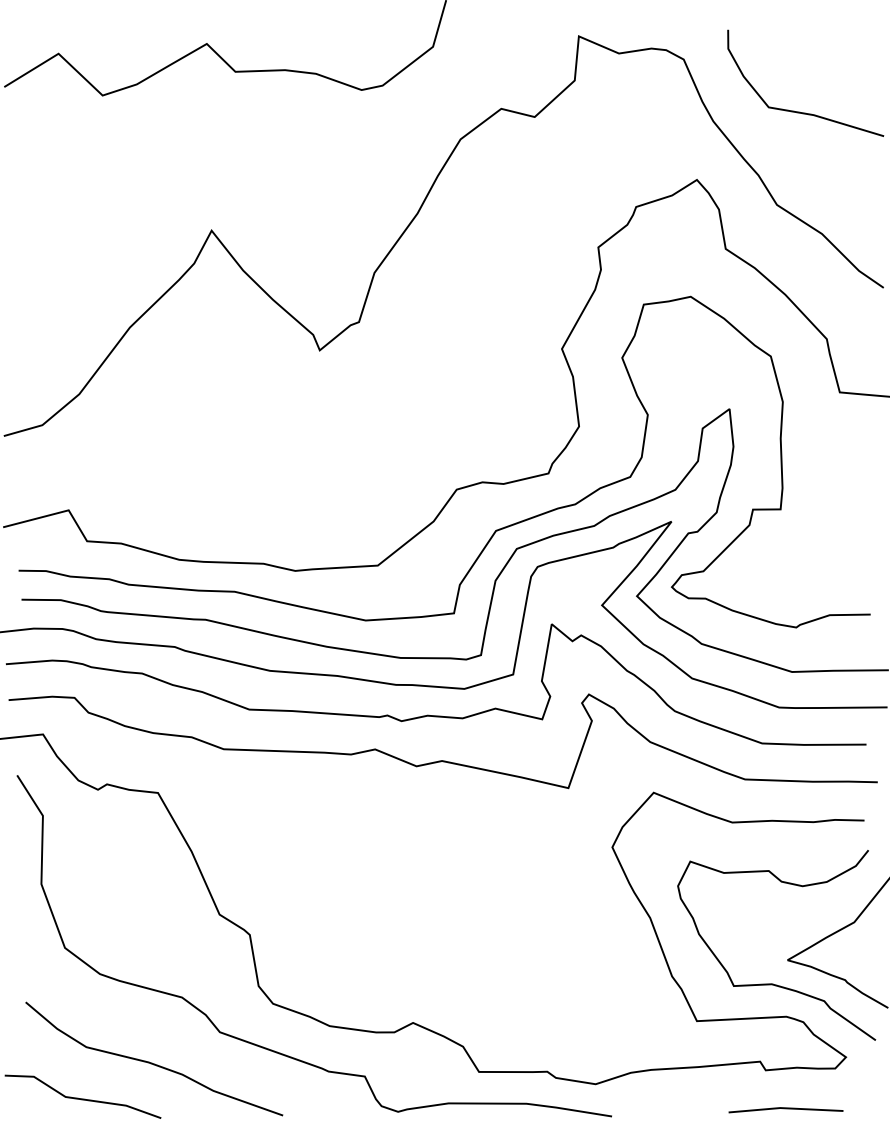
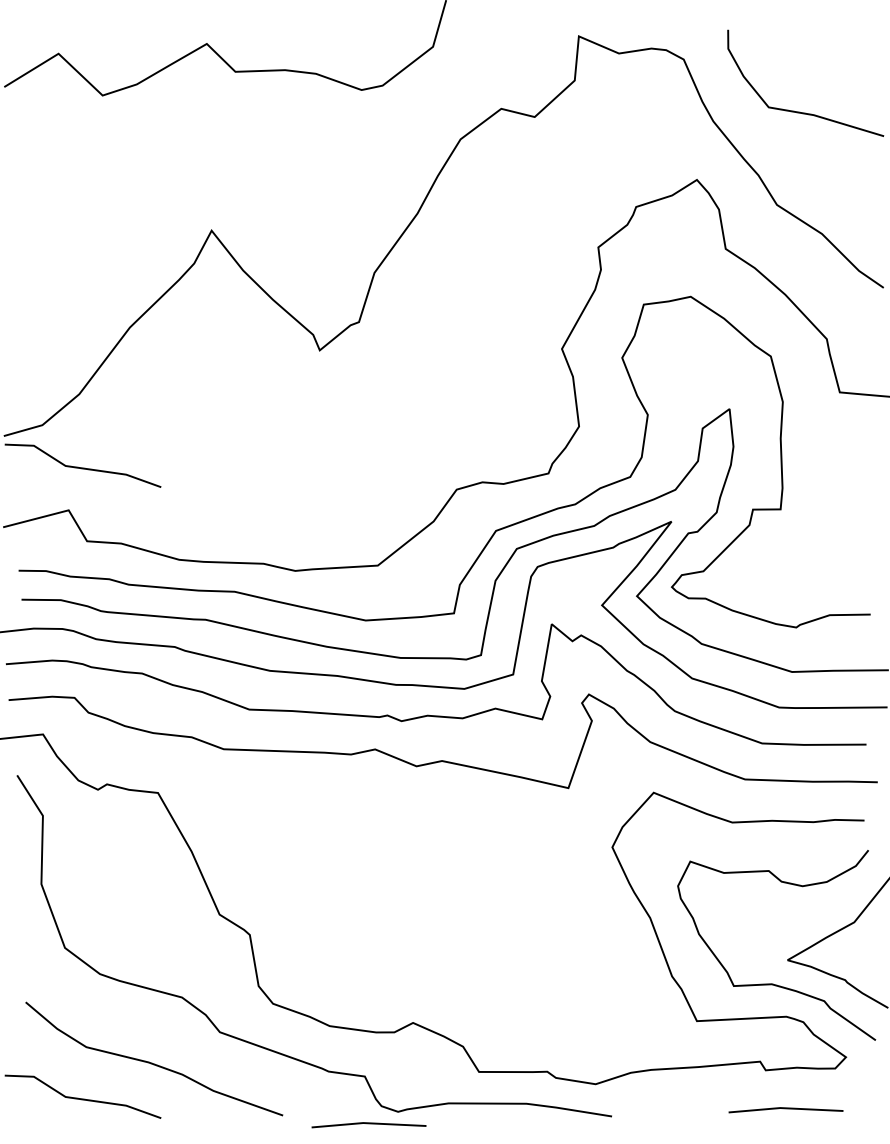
line at (82, 467): none -> present
line at (368, 1124): none -> present
